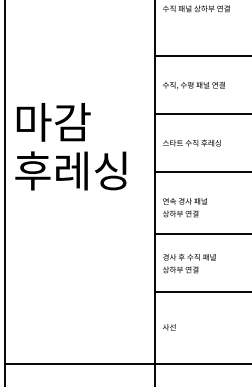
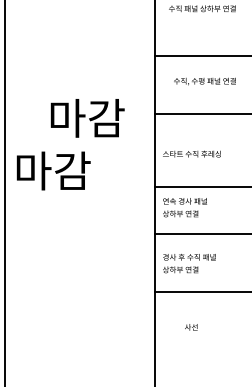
text at (196, 8) position: (196, 8) -> (202, 8)
text at (193, 85) position: (193, 85) -> (204, 81)
text at (53, 122) position: (53, 122) -> (87, 118)
text at (191, 142) position: (191, 142) -> (191, 153)
text at (70, 170): 후레싱 -> 마감
line at (201, 171) position: (201, 171) -> (201, 186)
text at (169, 327) position: (169, 327) -> (191, 327)
line at (126, 363): present -> none
